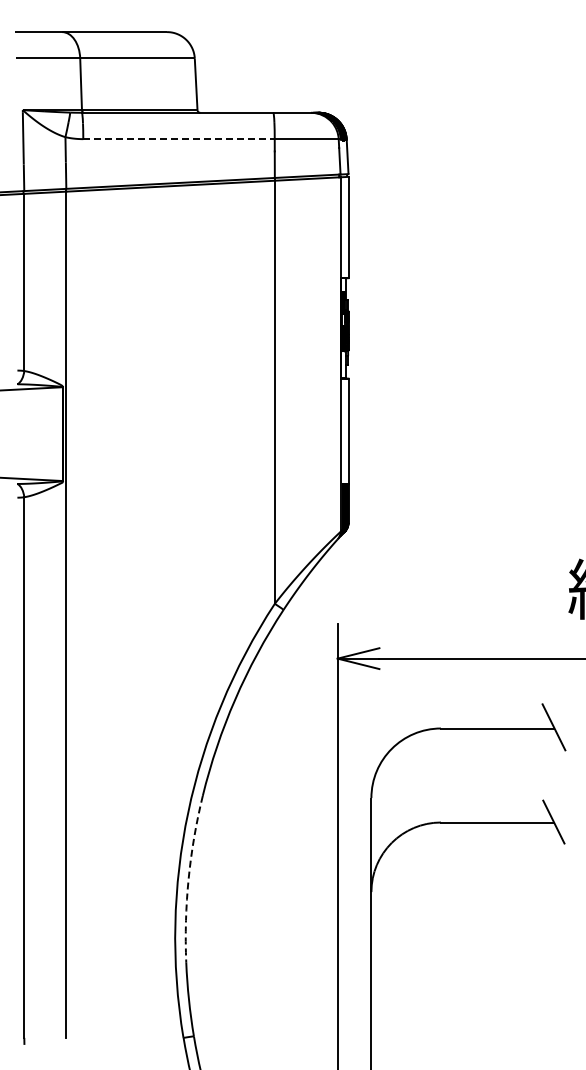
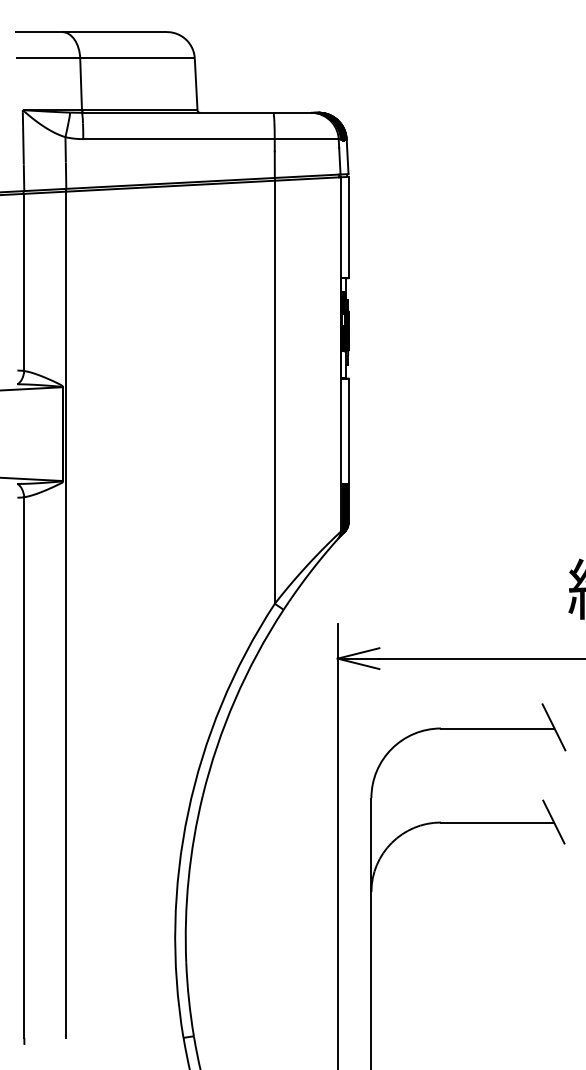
line at (179, 139): dashed -> solid
arc at (188, 878): dashed -> solid
